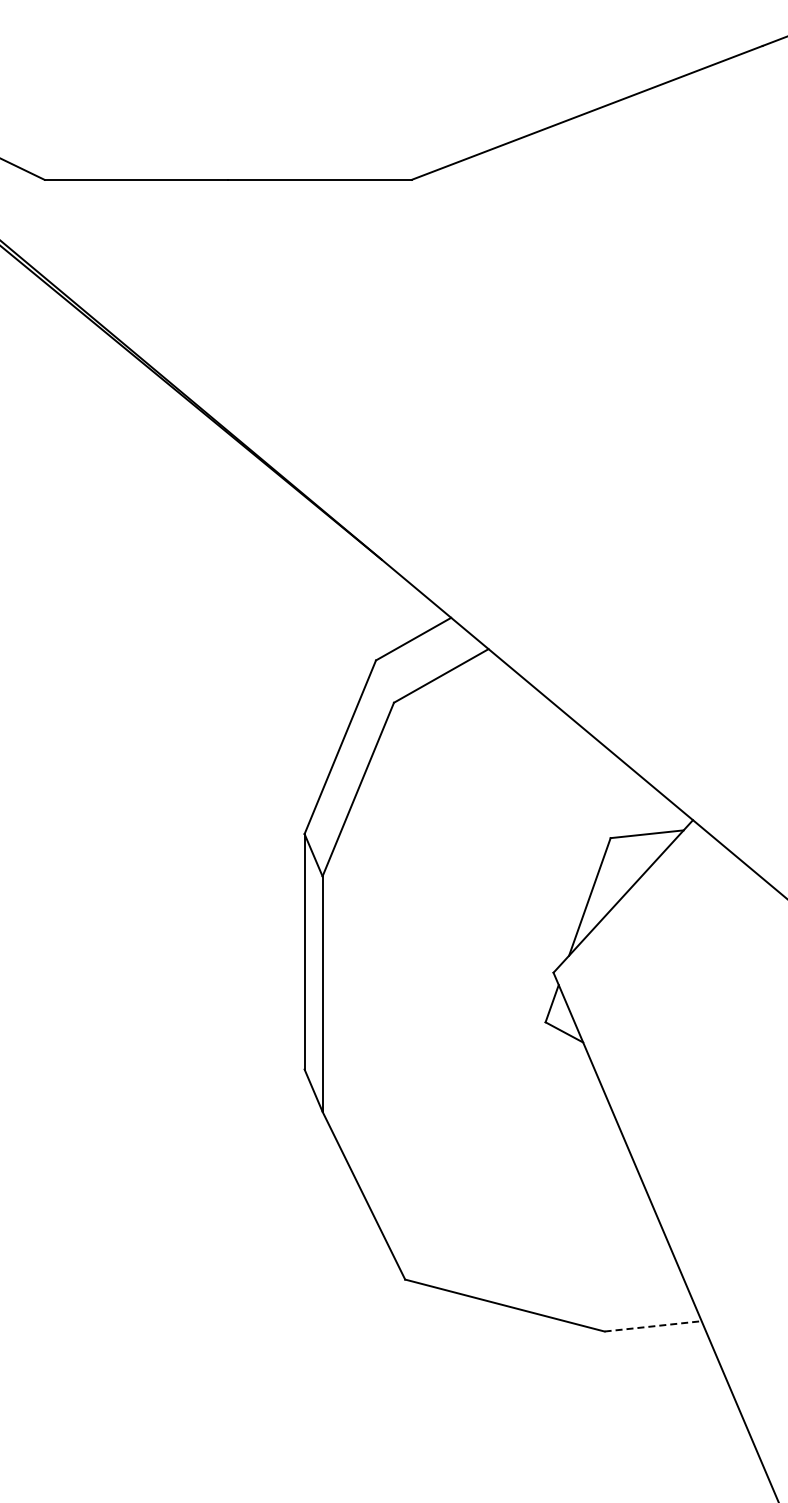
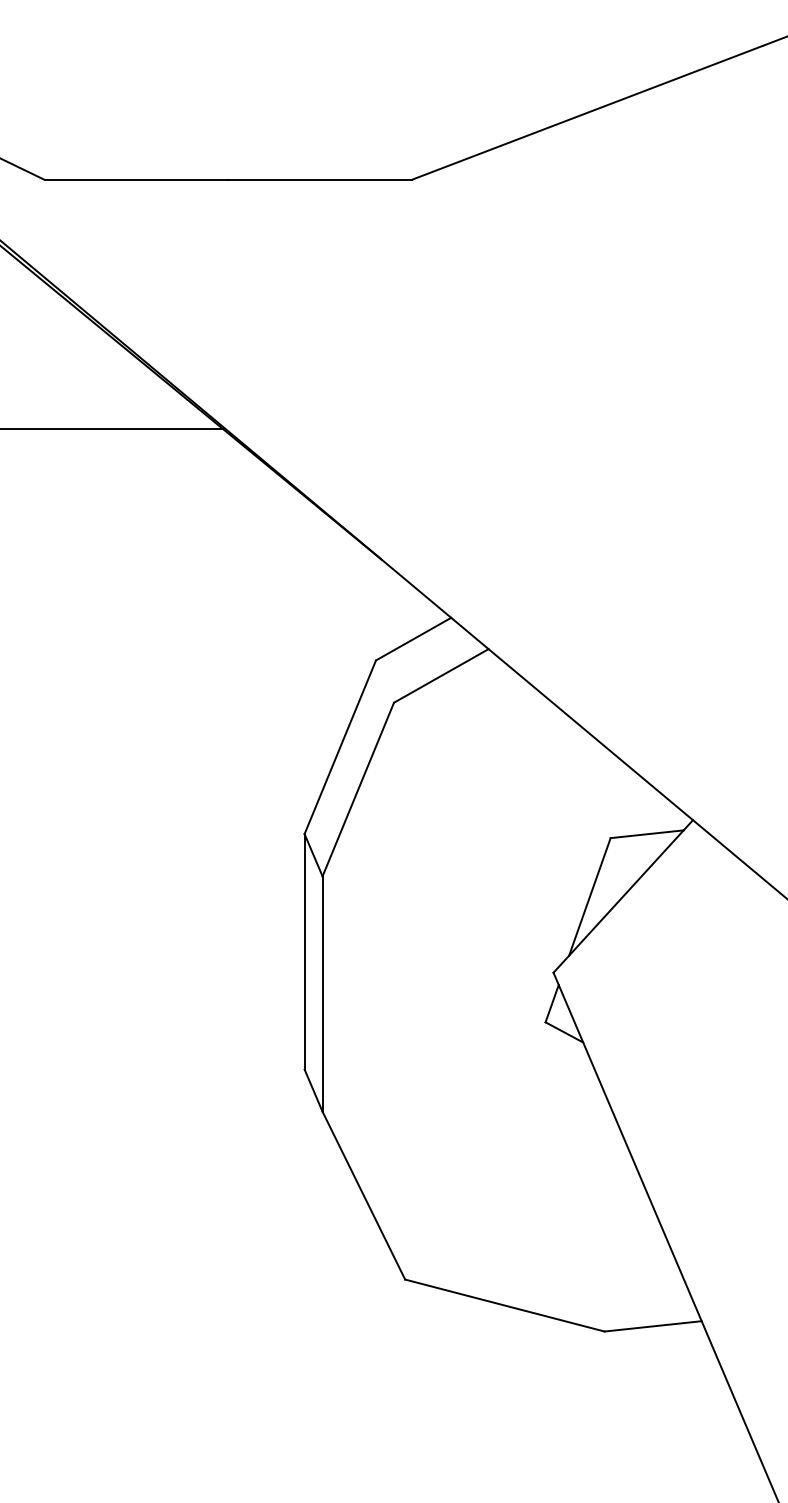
line at (112, 428): none -> present
line at (653, 1326): dashed -> solid
